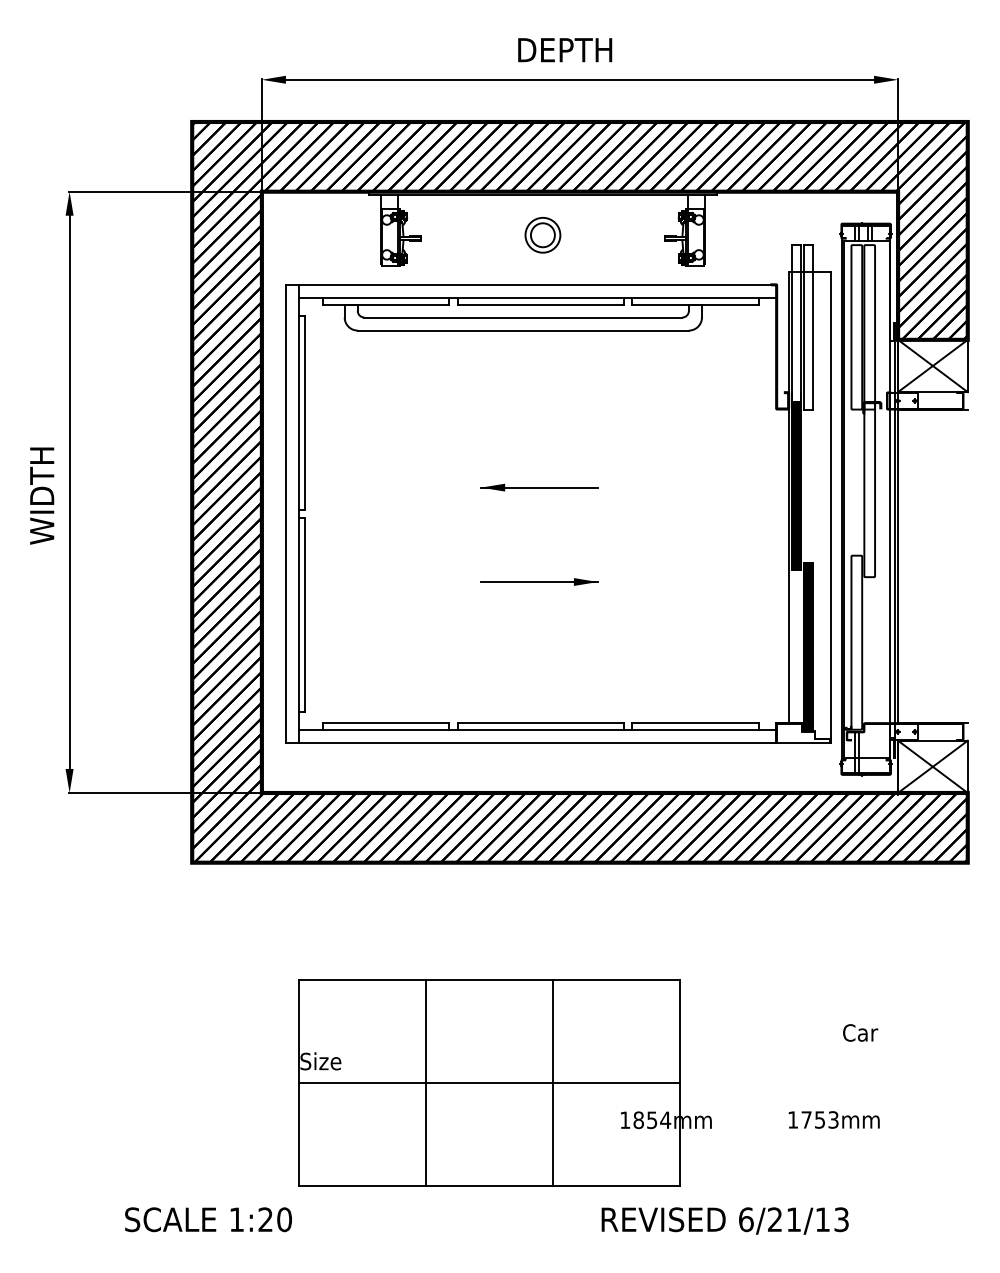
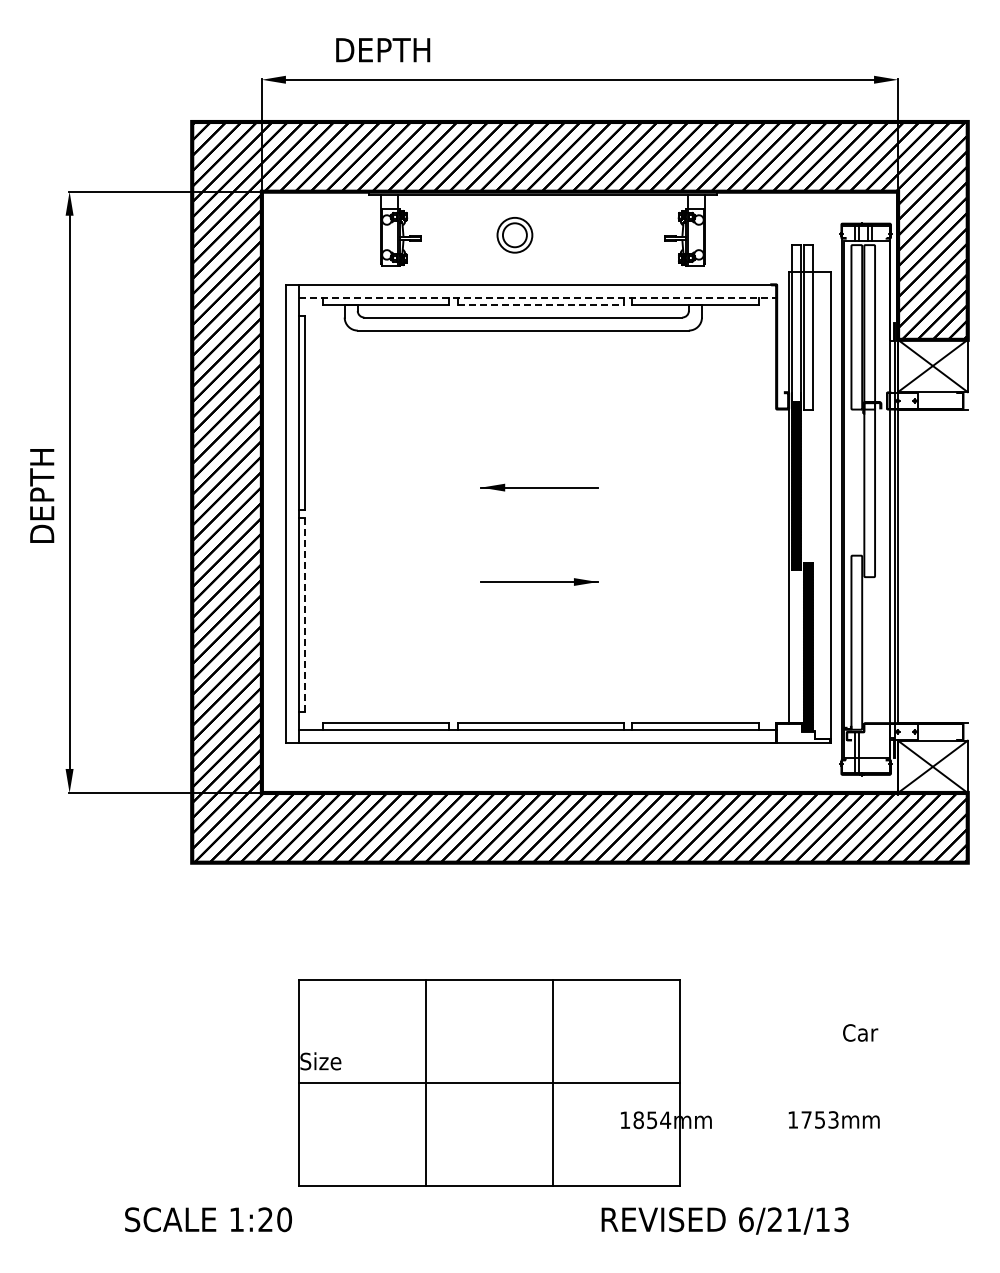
text at (565, 50) position: (565, 50) -> (383, 50)
part at (542, 235) position: (542, 235) -> (514, 235)
line at (537, 298): solid -> dashed
line at (540, 305): solid -> dashed
text at (42, 495): WIDTH -> DEPTH
line at (305, 615): solid -> dashed
